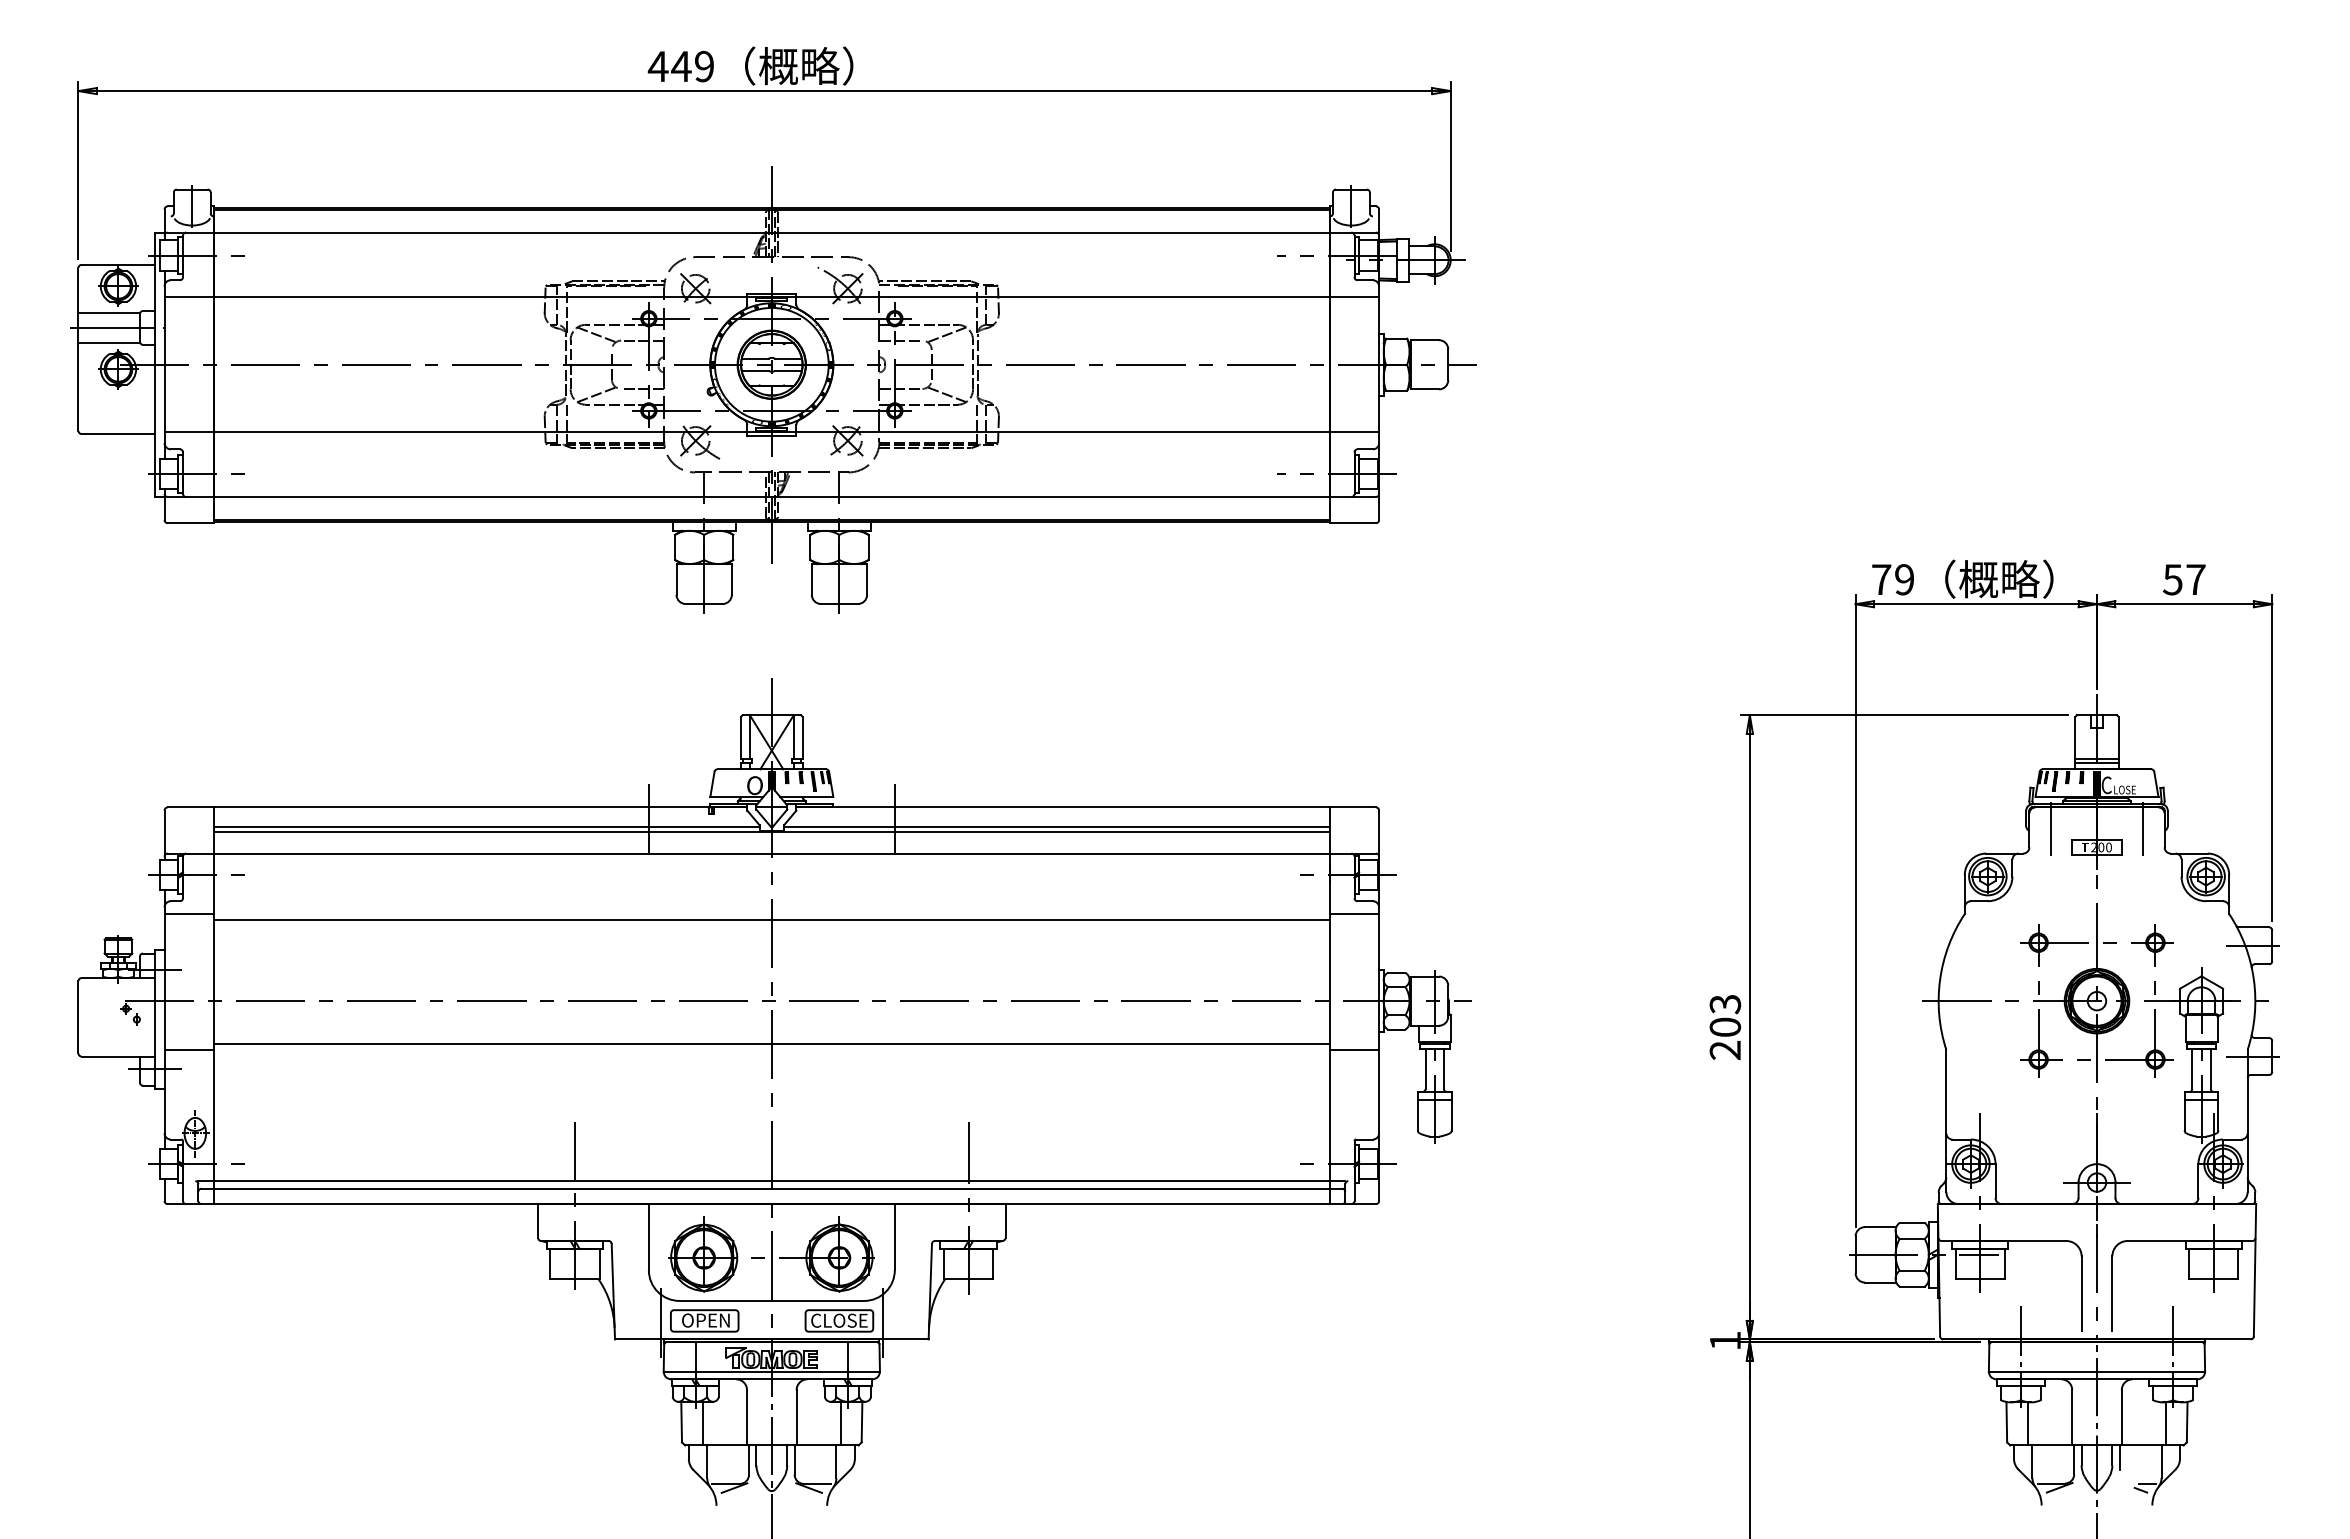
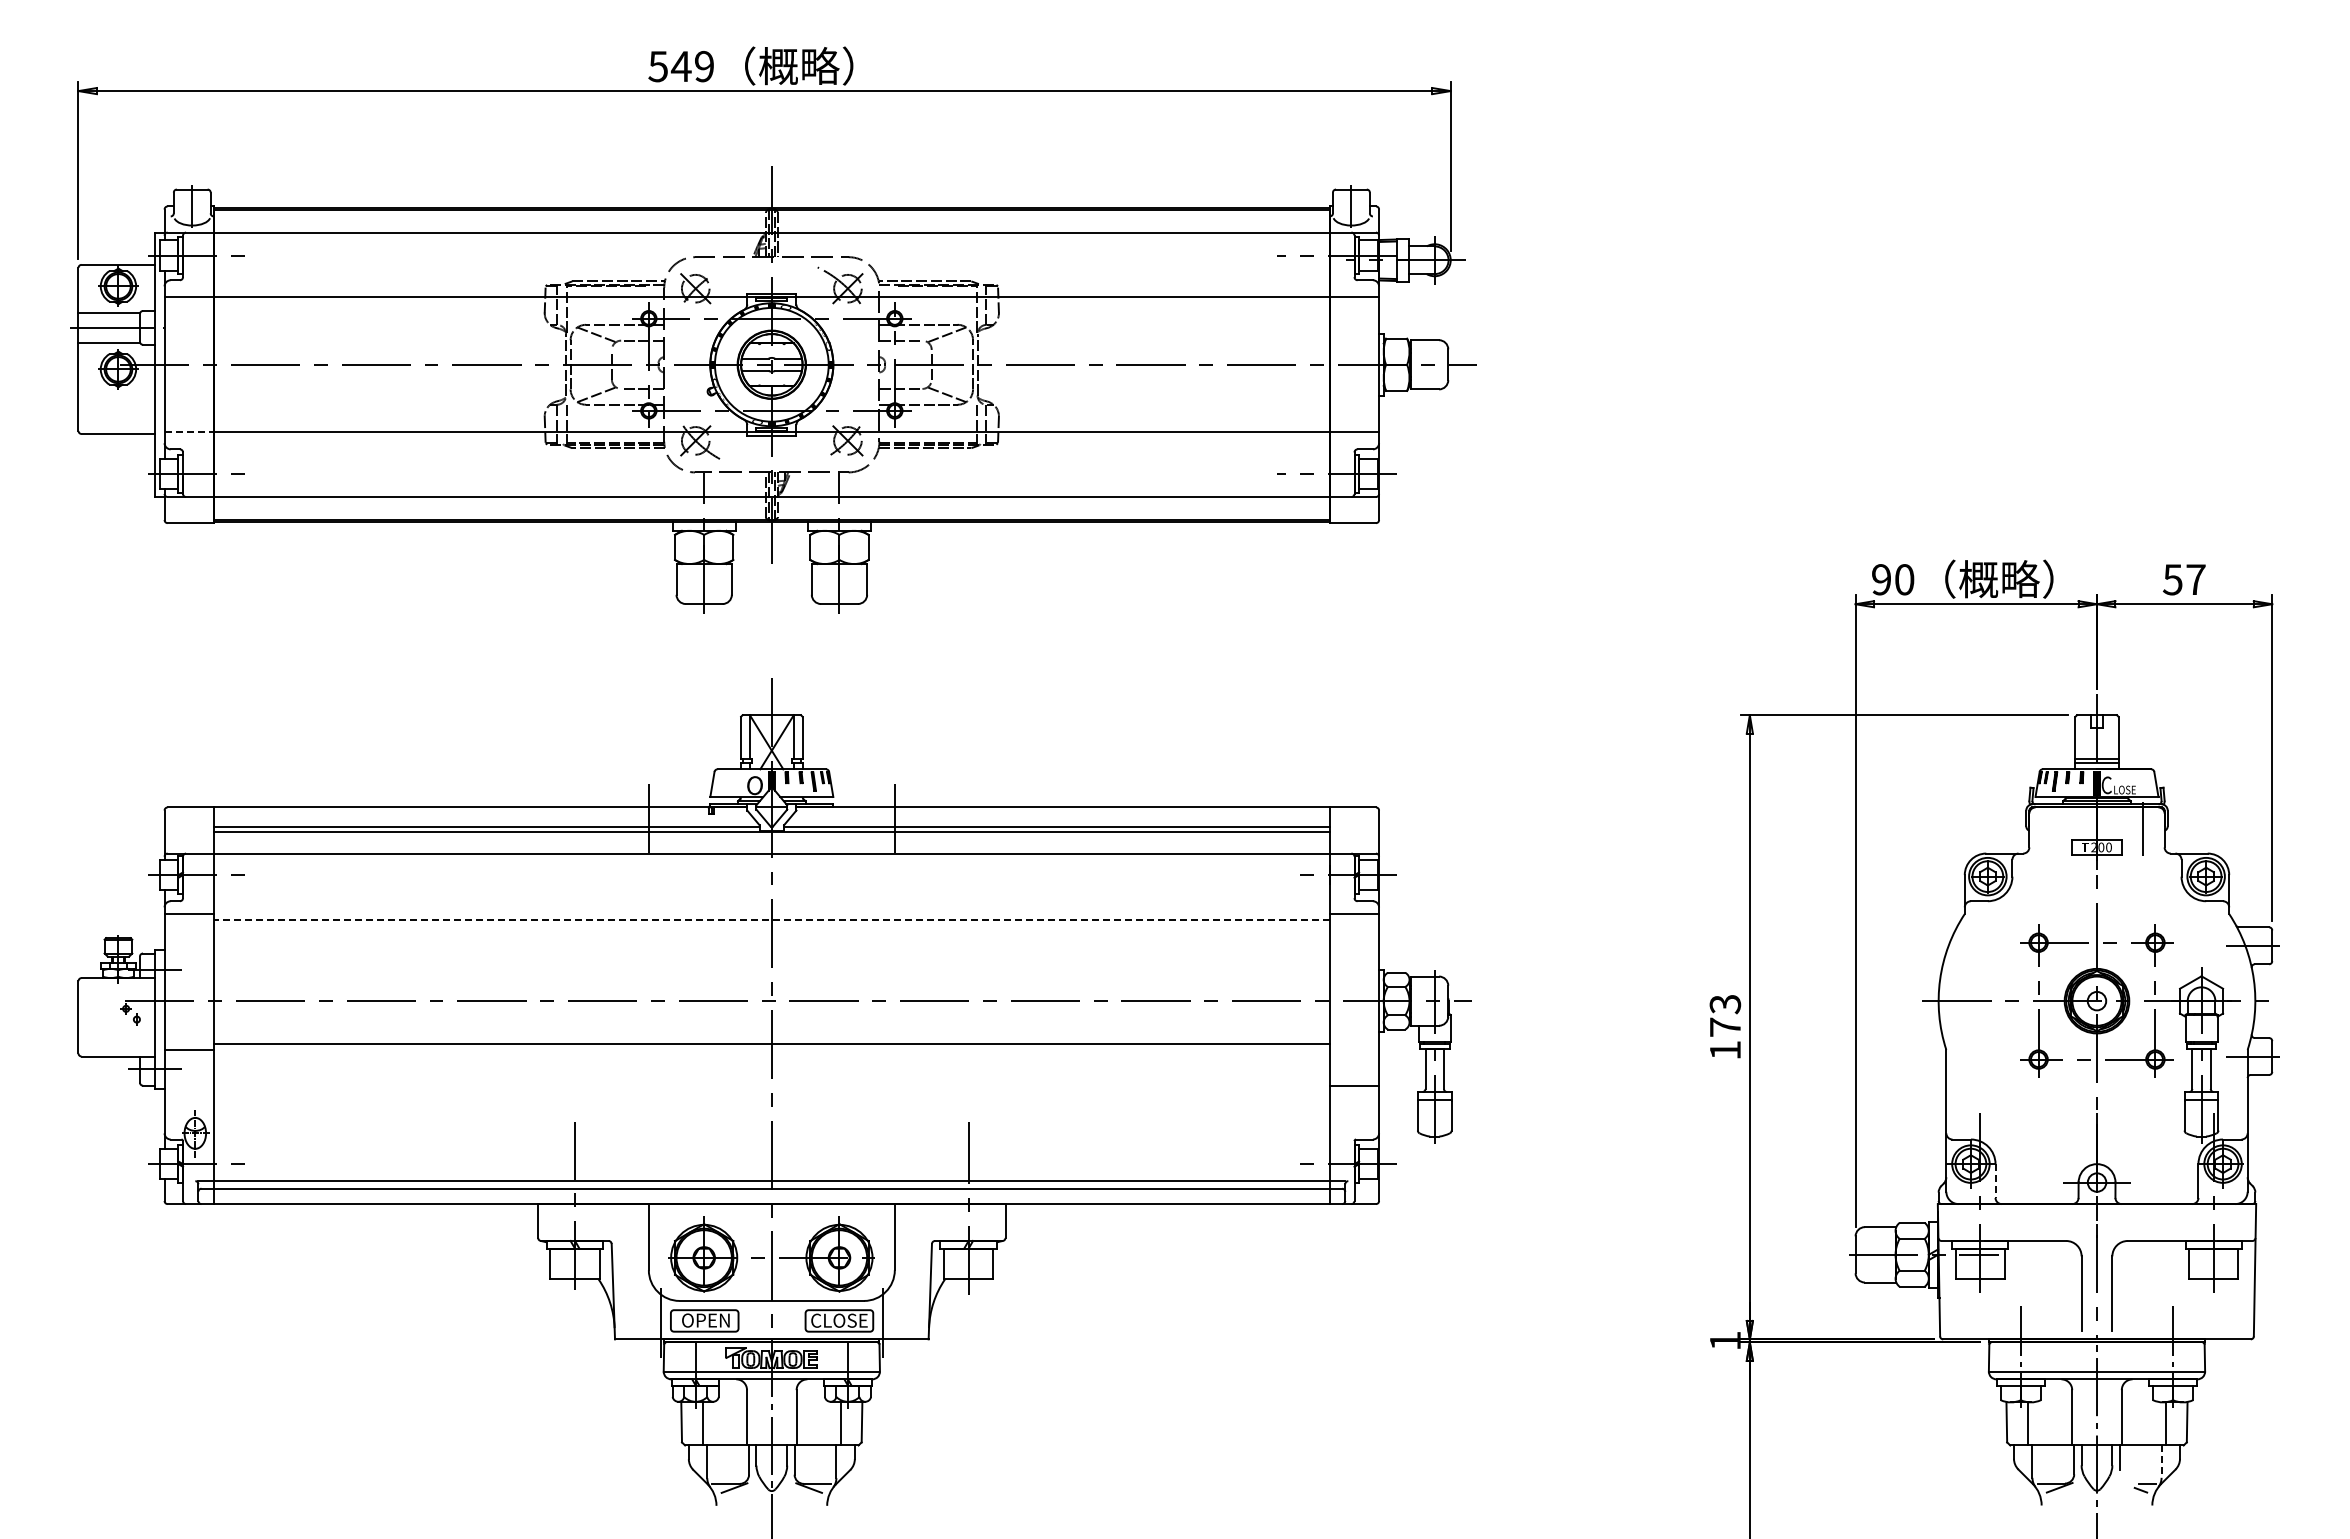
text at (657, 66): 449 -> 549
line at (189, 432): solid -> dashed
text at (1893, 579): 79 -> 90
line at (2050, 828): present -> none
line at (771, 919): solid -> dashed
text at (1725, 1038): 203 -> 173
line at (1354, 1049) position: (1354, 1049) -> (1354, 1085)
line at (1995, 1181): solid -> dashed
line at (2161, 1462): solid -> dashed
